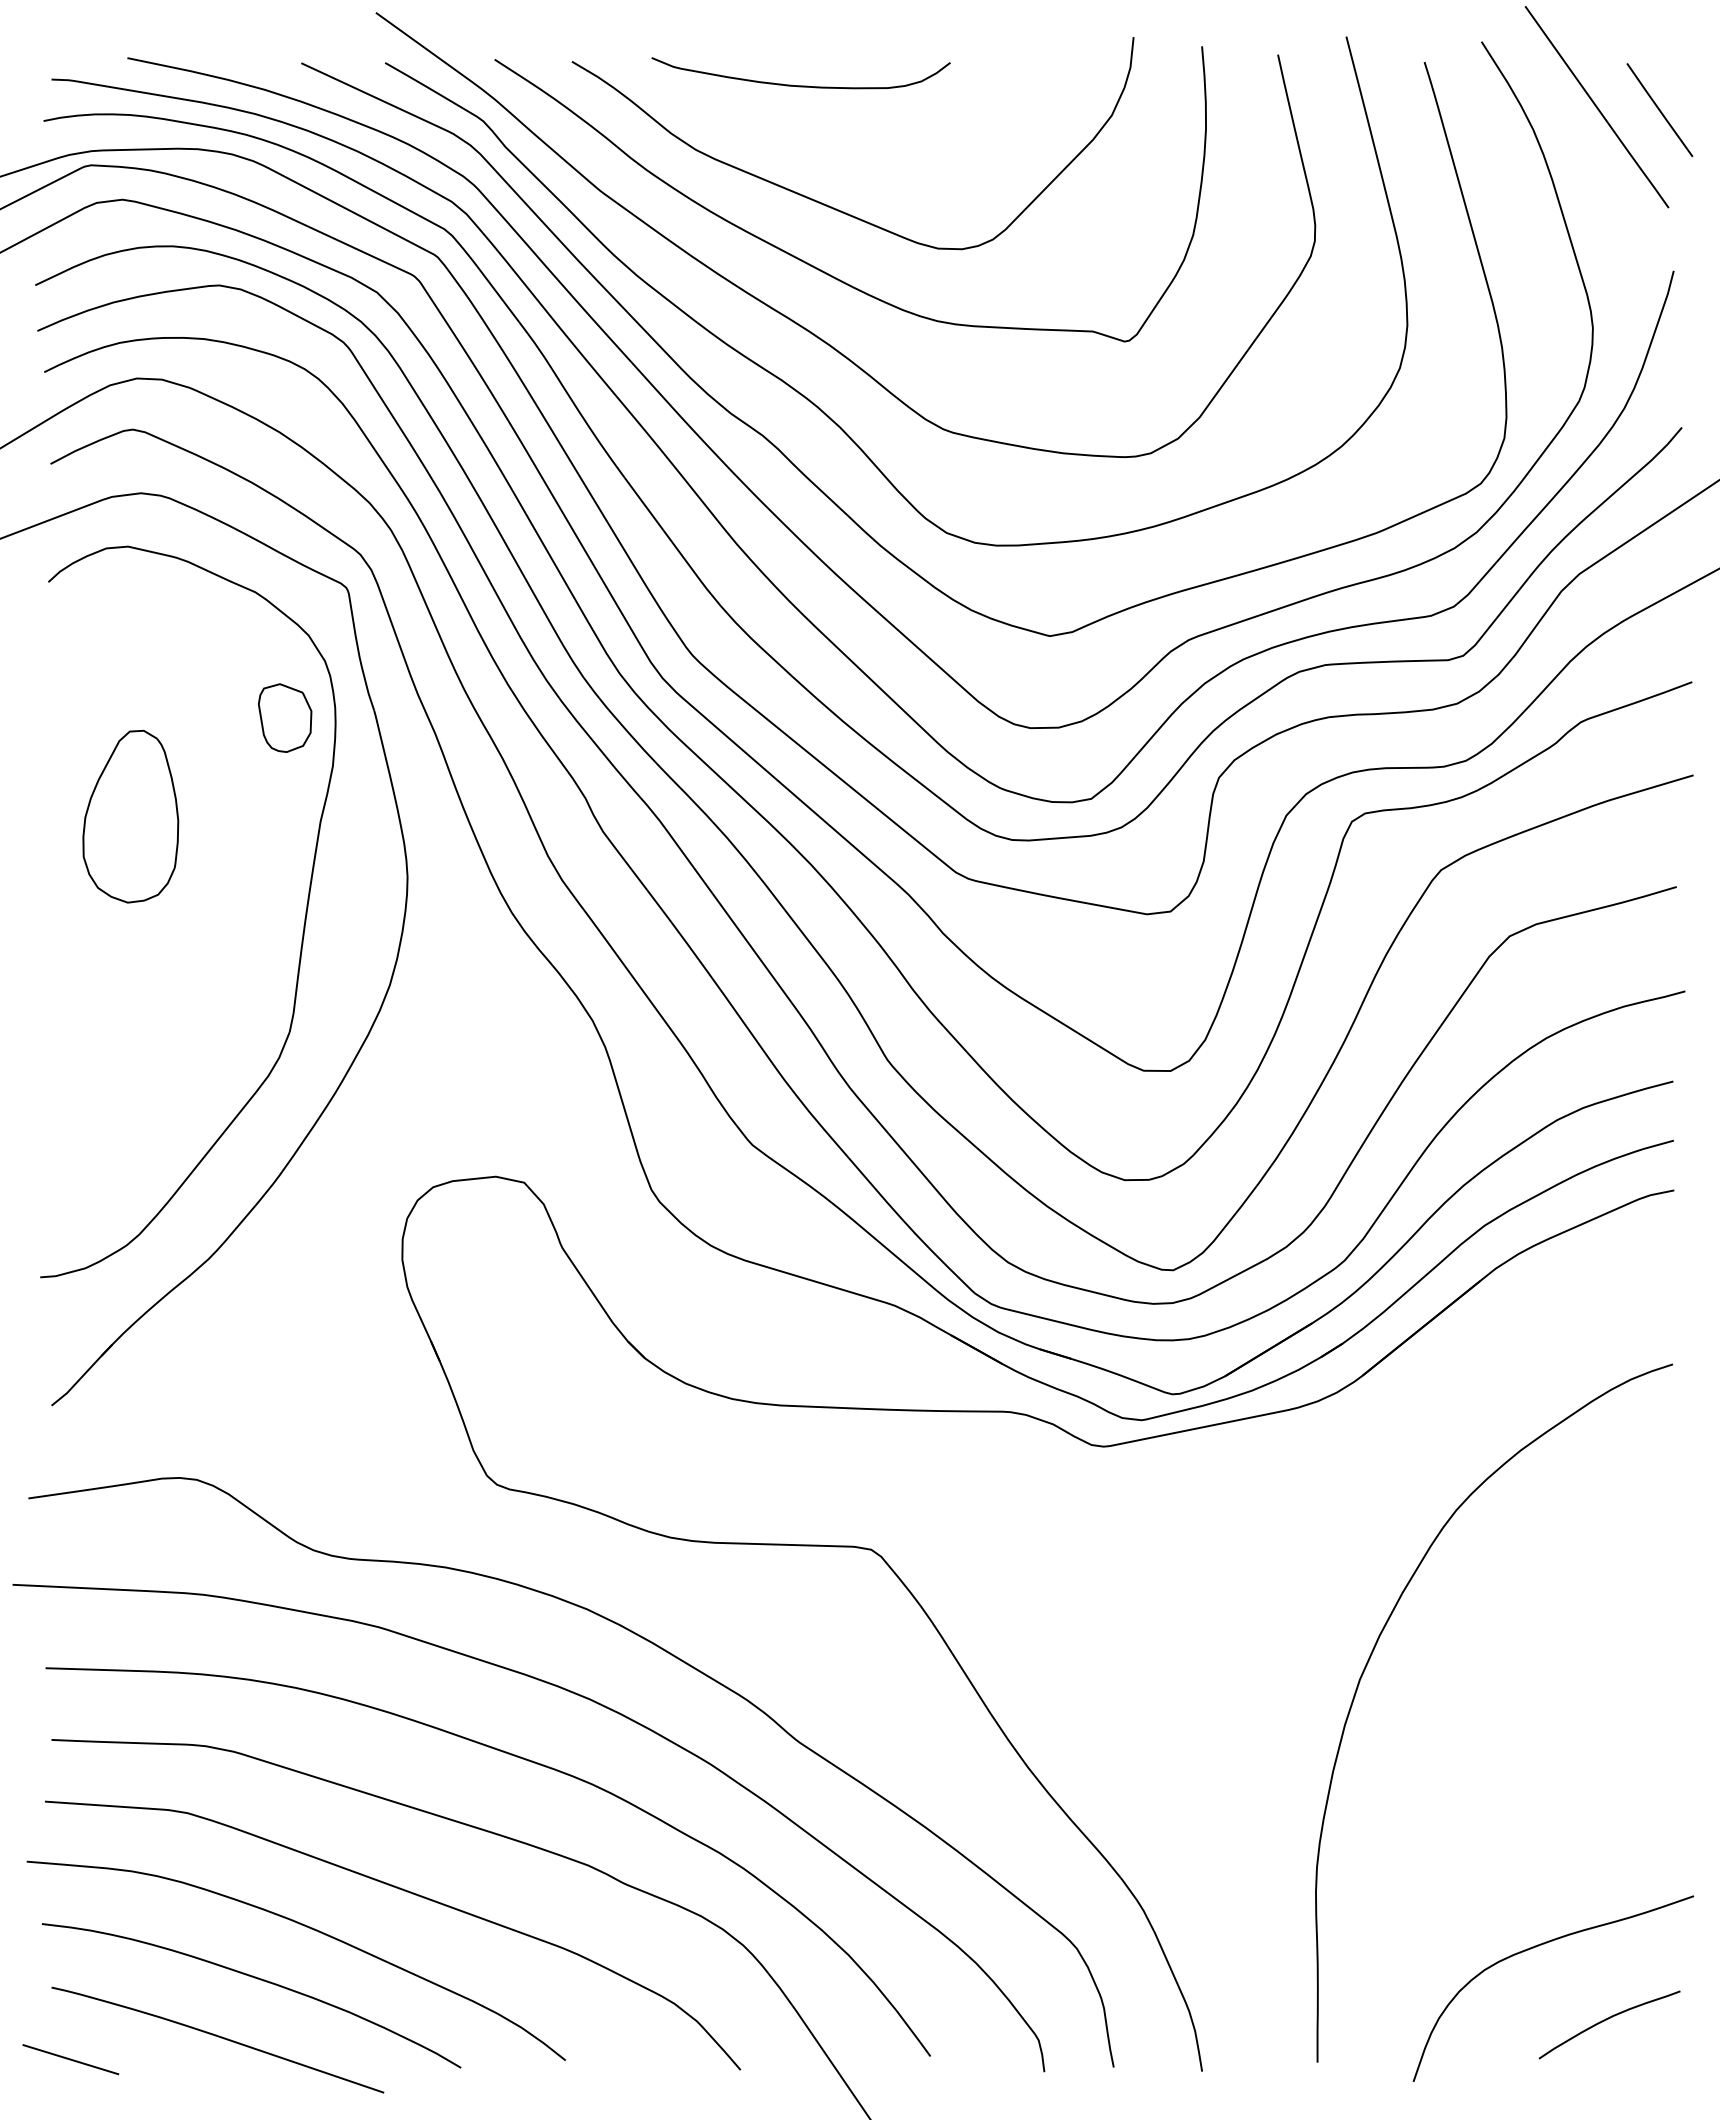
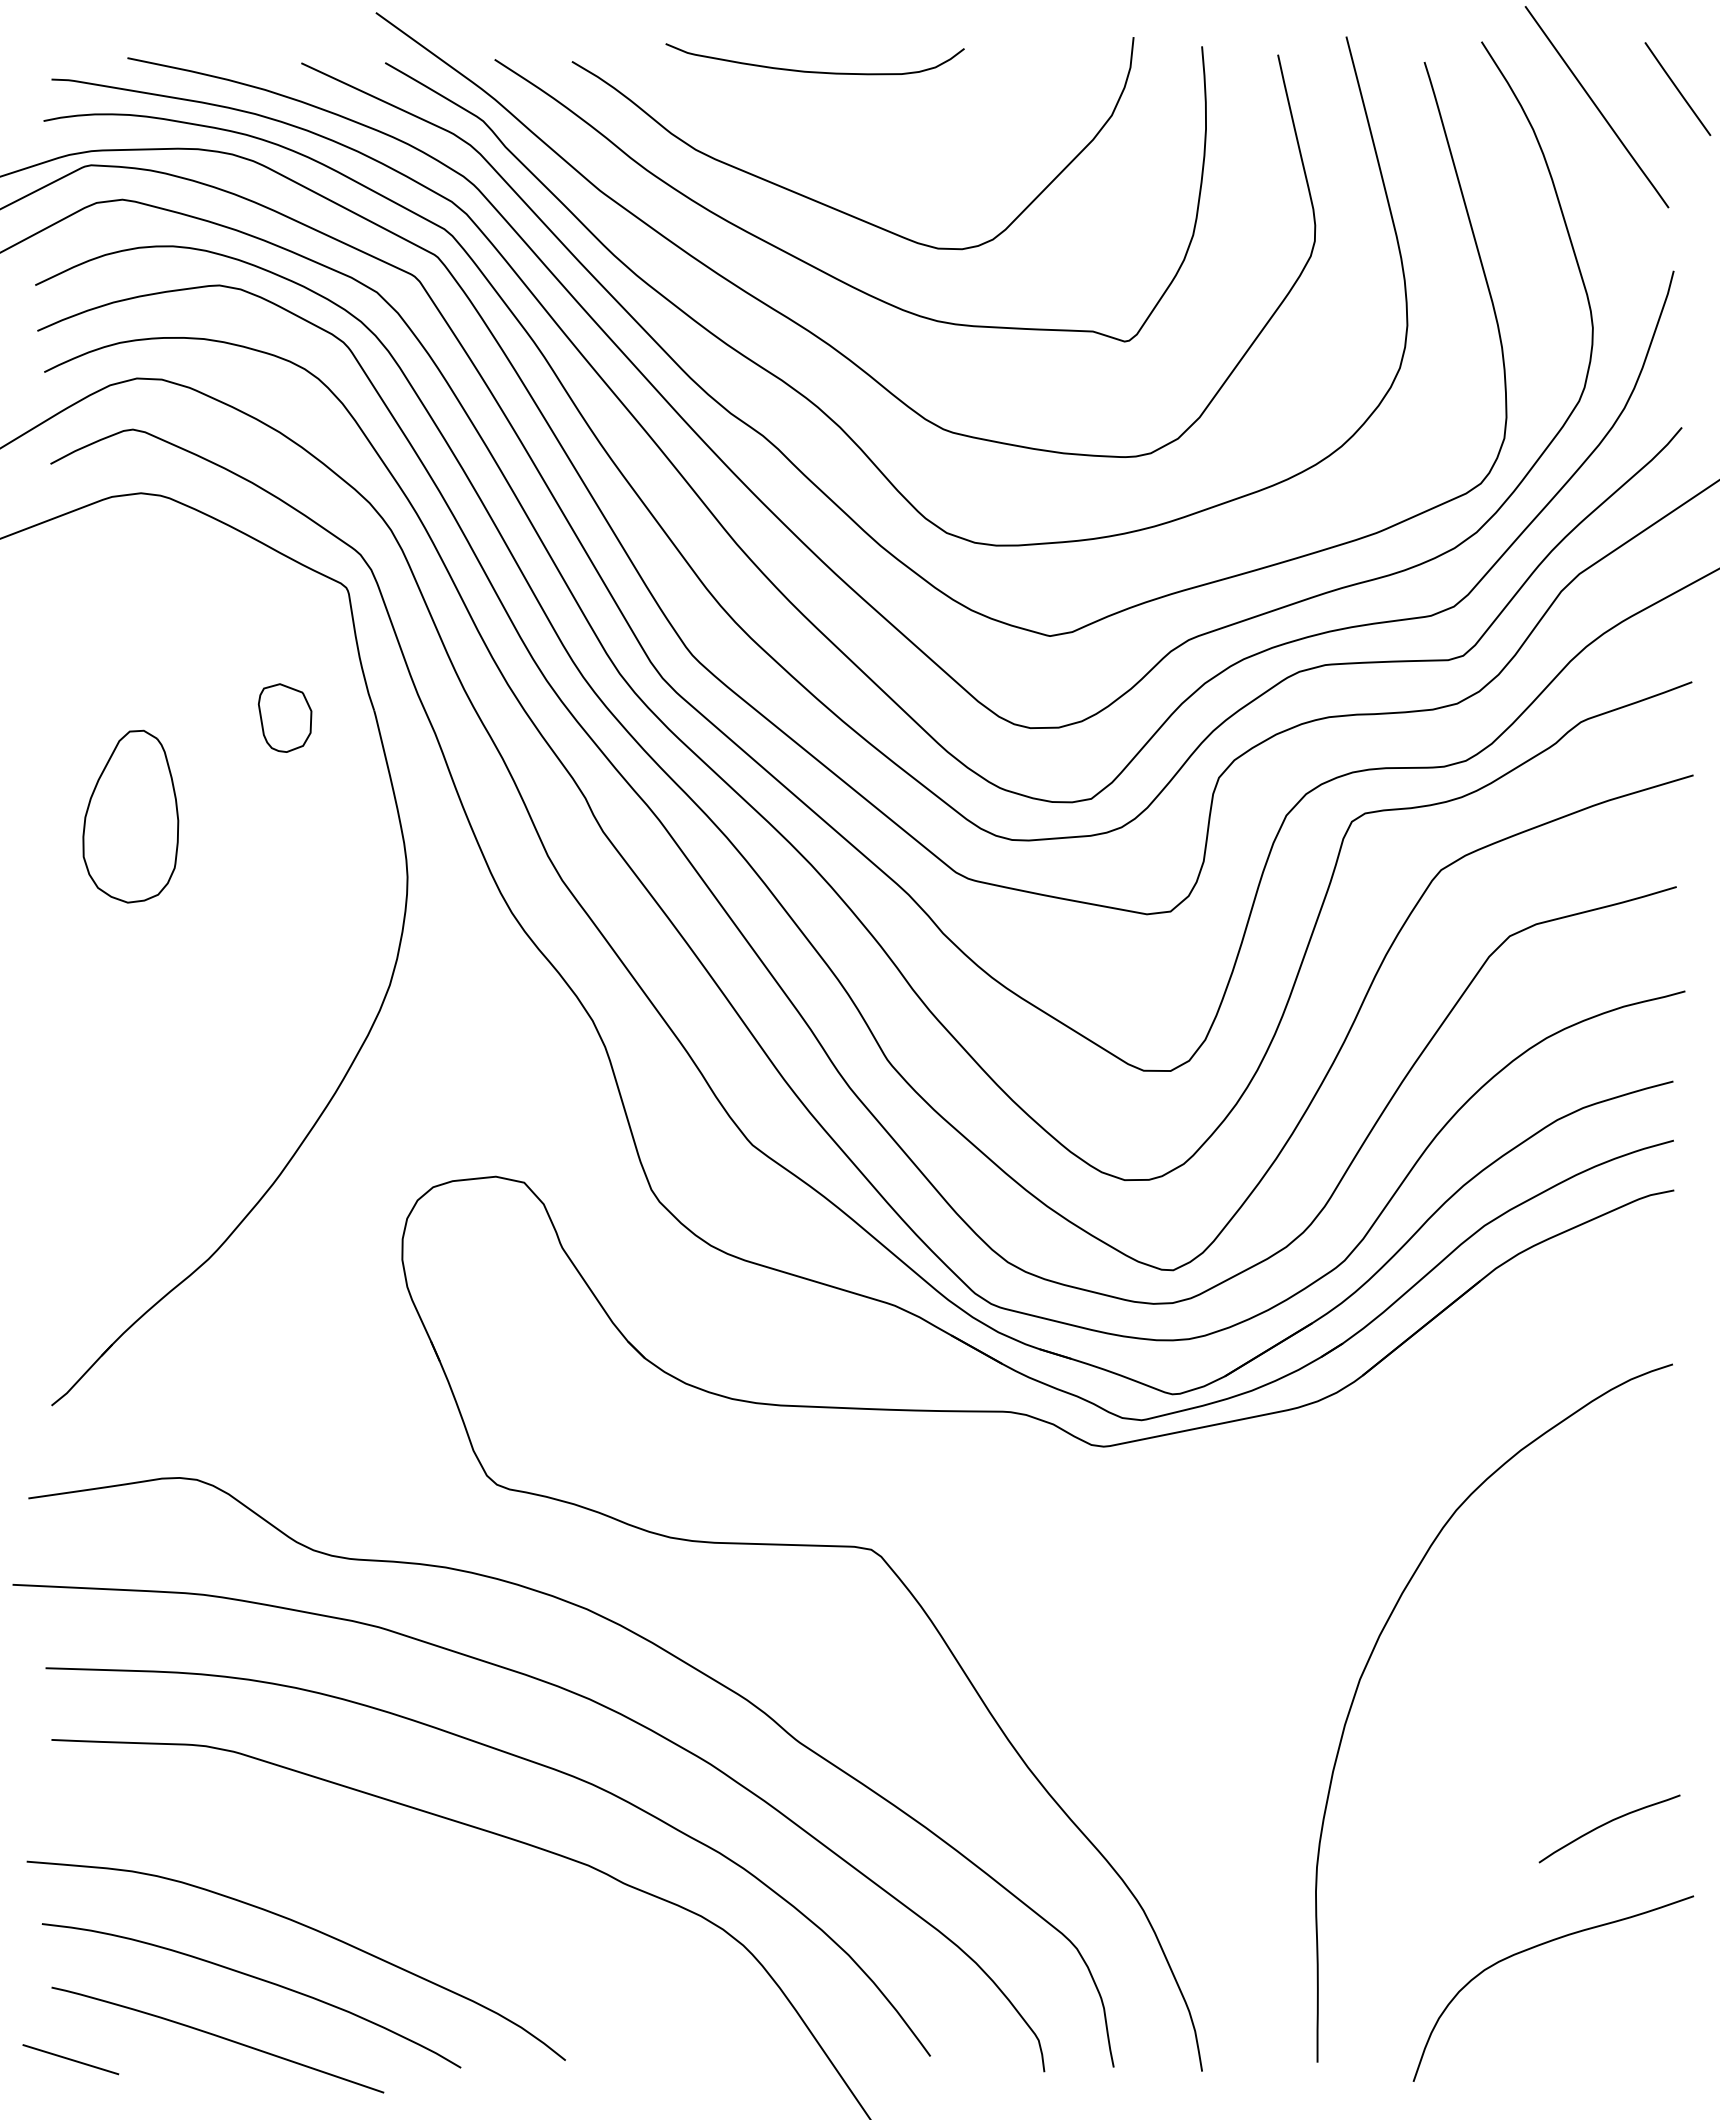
curve at (800, 85) position: (800, 85) -> (814, 71)
line at (1659, 109) position: (1659, 109) -> (1677, 88)
part at (303, 925): present -> none
curve at (409, 1893): present -> none
curve at (1606, 2020) position: (1606, 2020) -> (1606, 1824)
